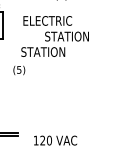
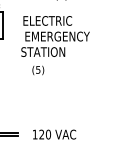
text at (57, 36): STATION -> EMERGENCY
text at (19, 70) position: (19, 70) -> (38, 70)
text at (55, 140) position: (55, 140) -> (54, 134)
